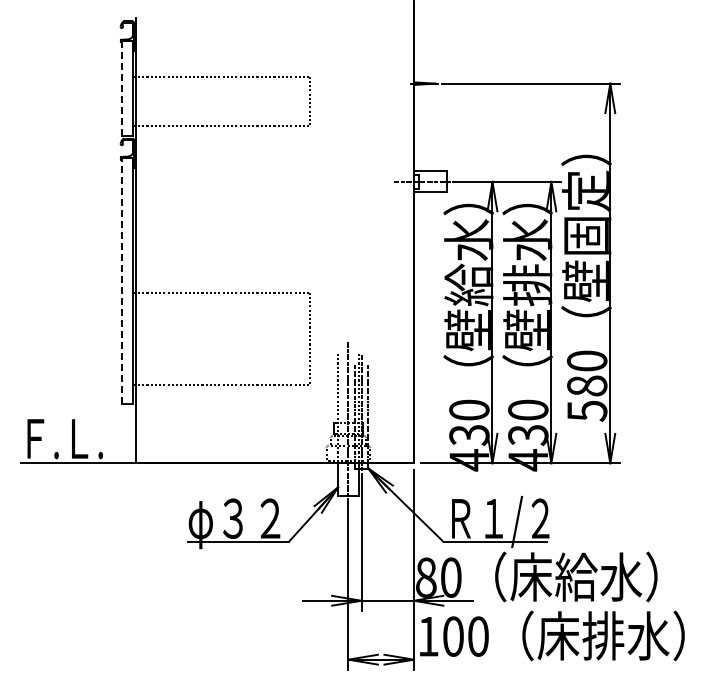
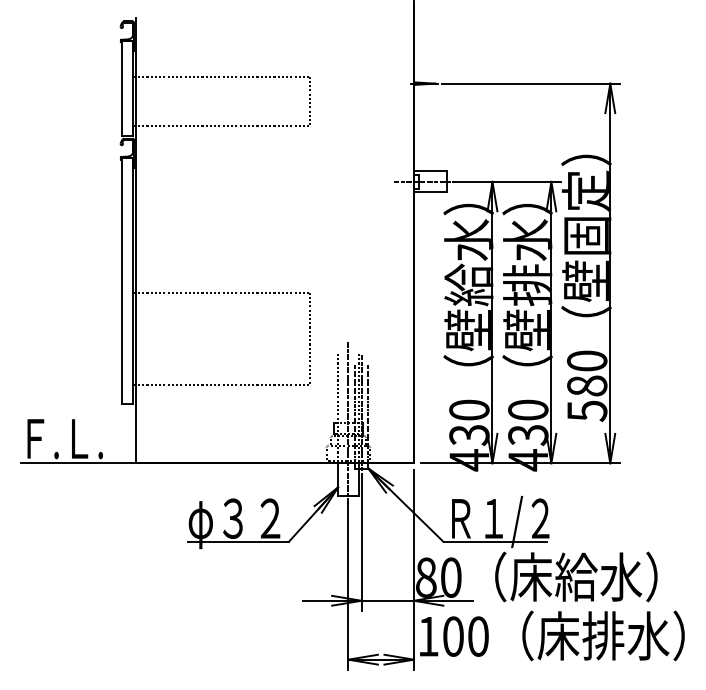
line at (122, 88): dashed -> solid
line at (122, 280): dashed -> solid
